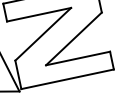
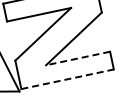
line at (78, 58): solid -> dashed
line at (68, 79): solid -> dashed
